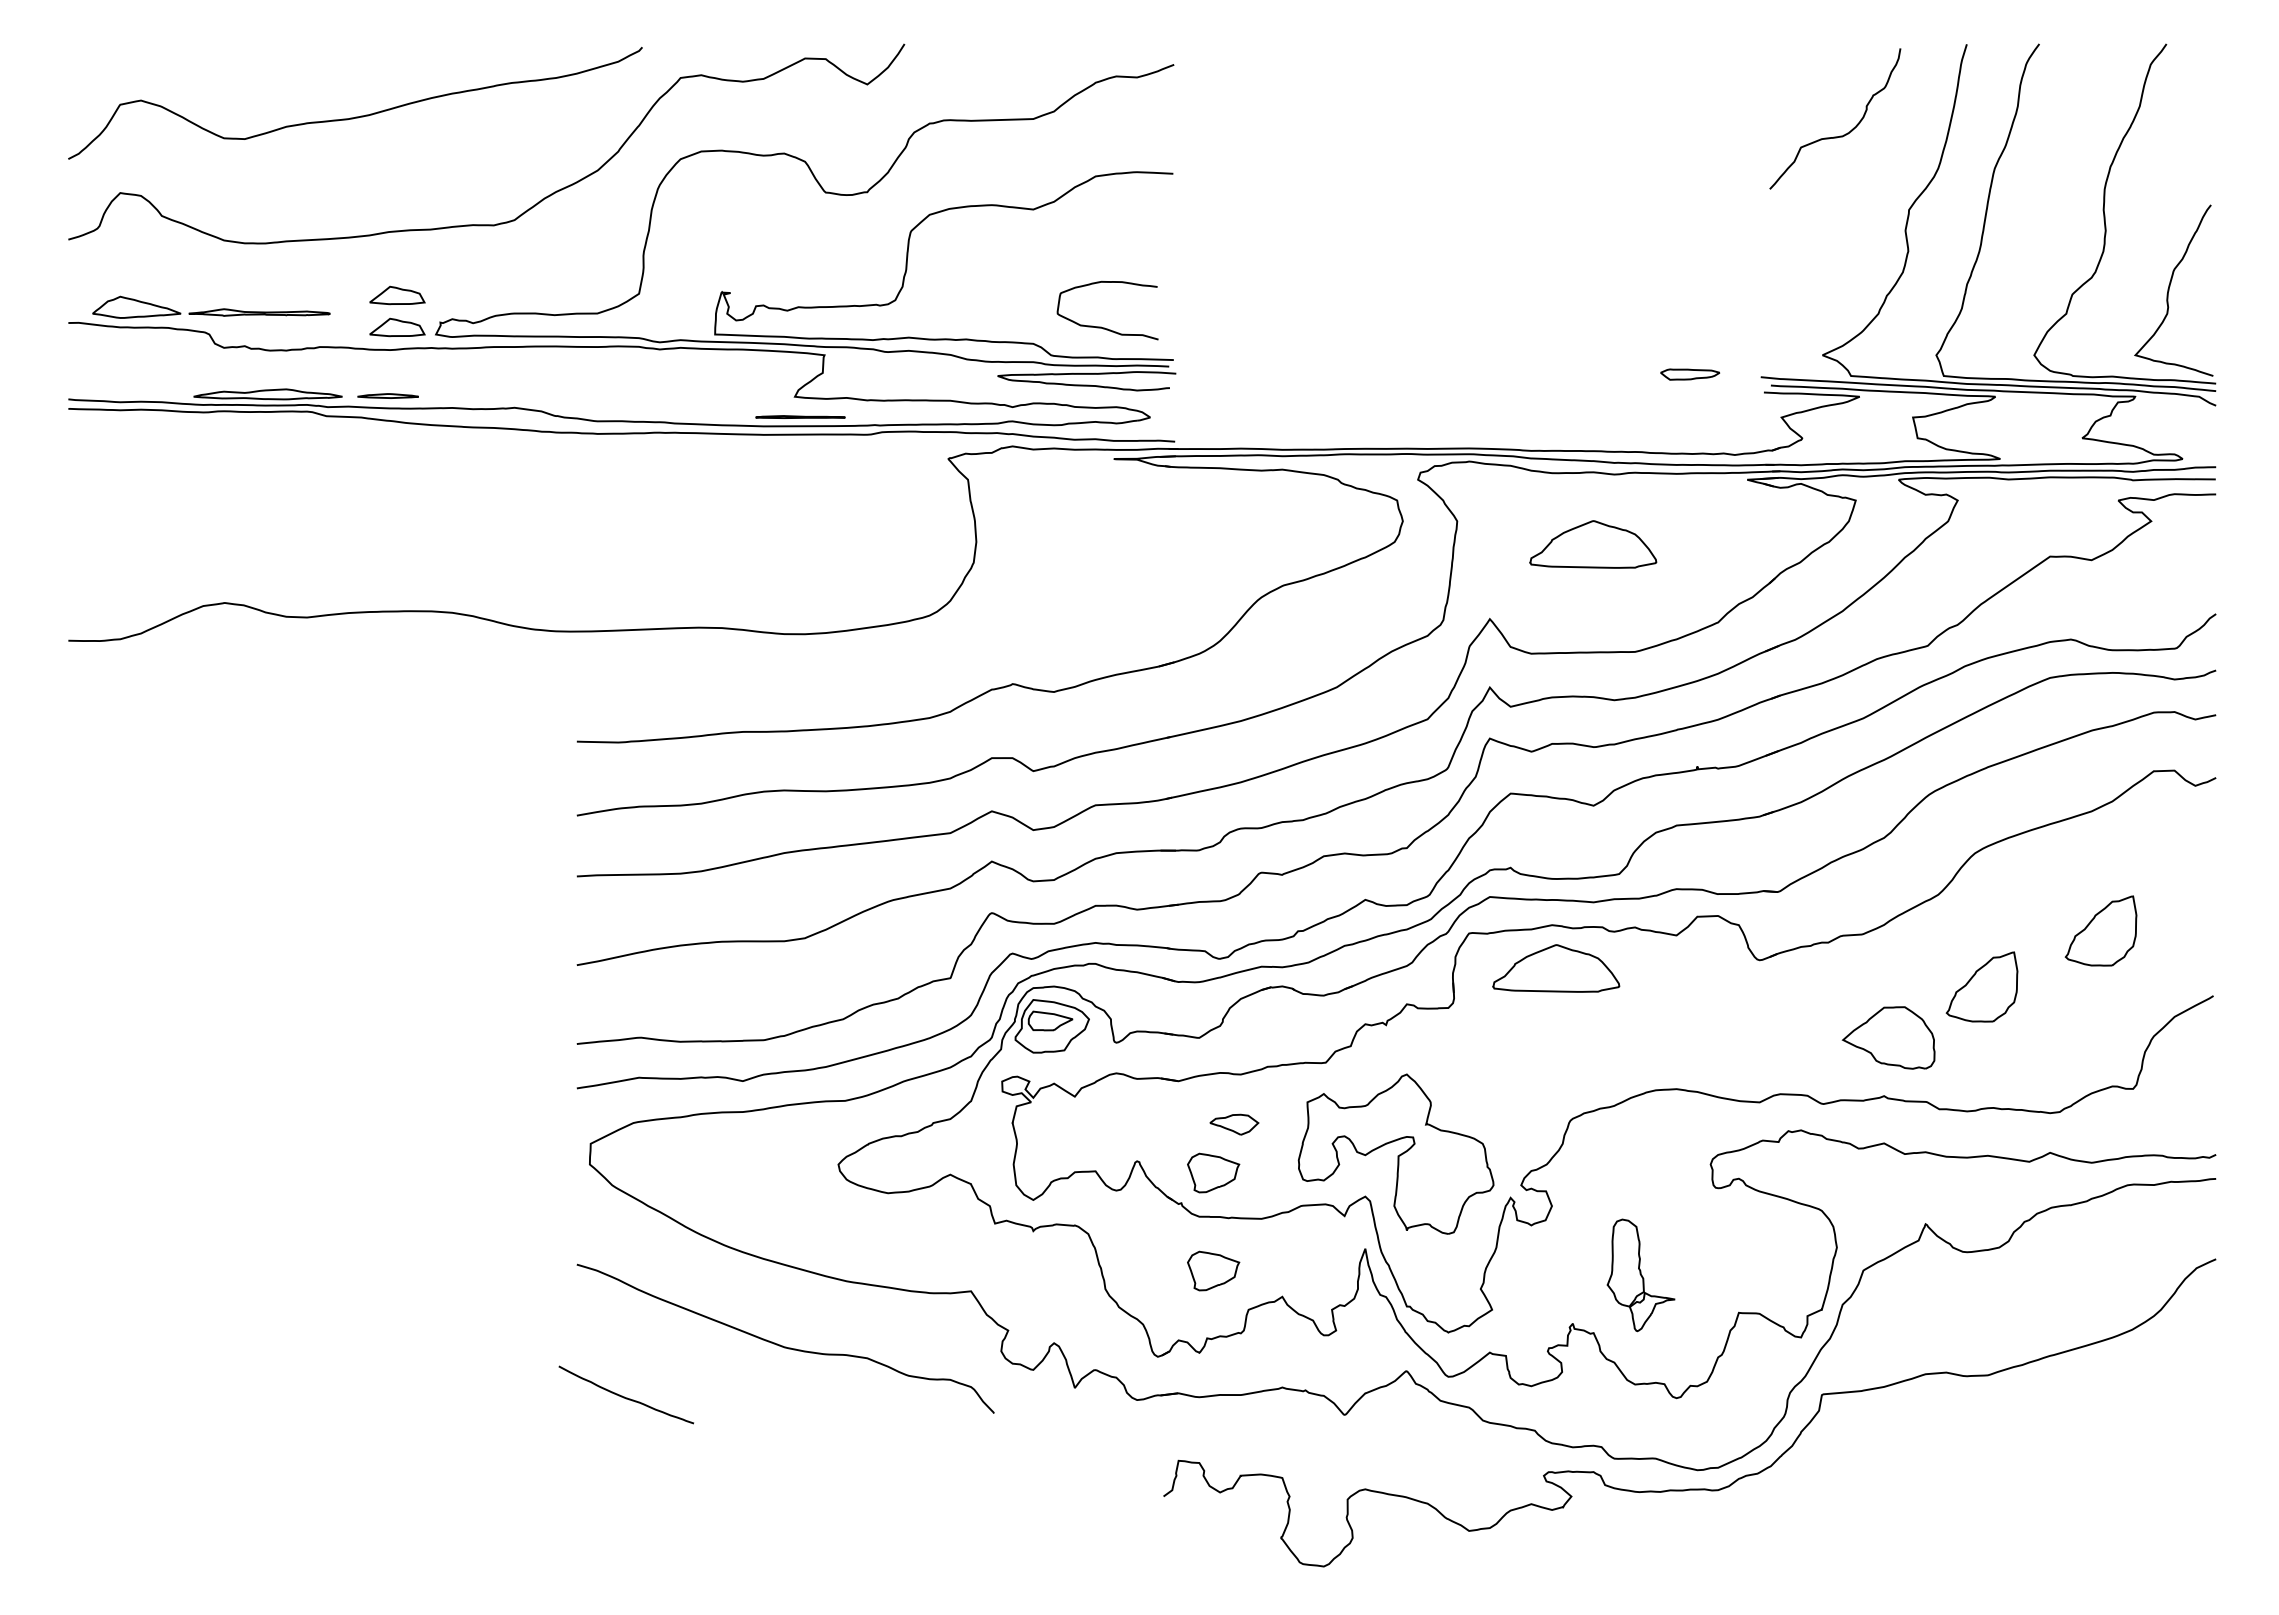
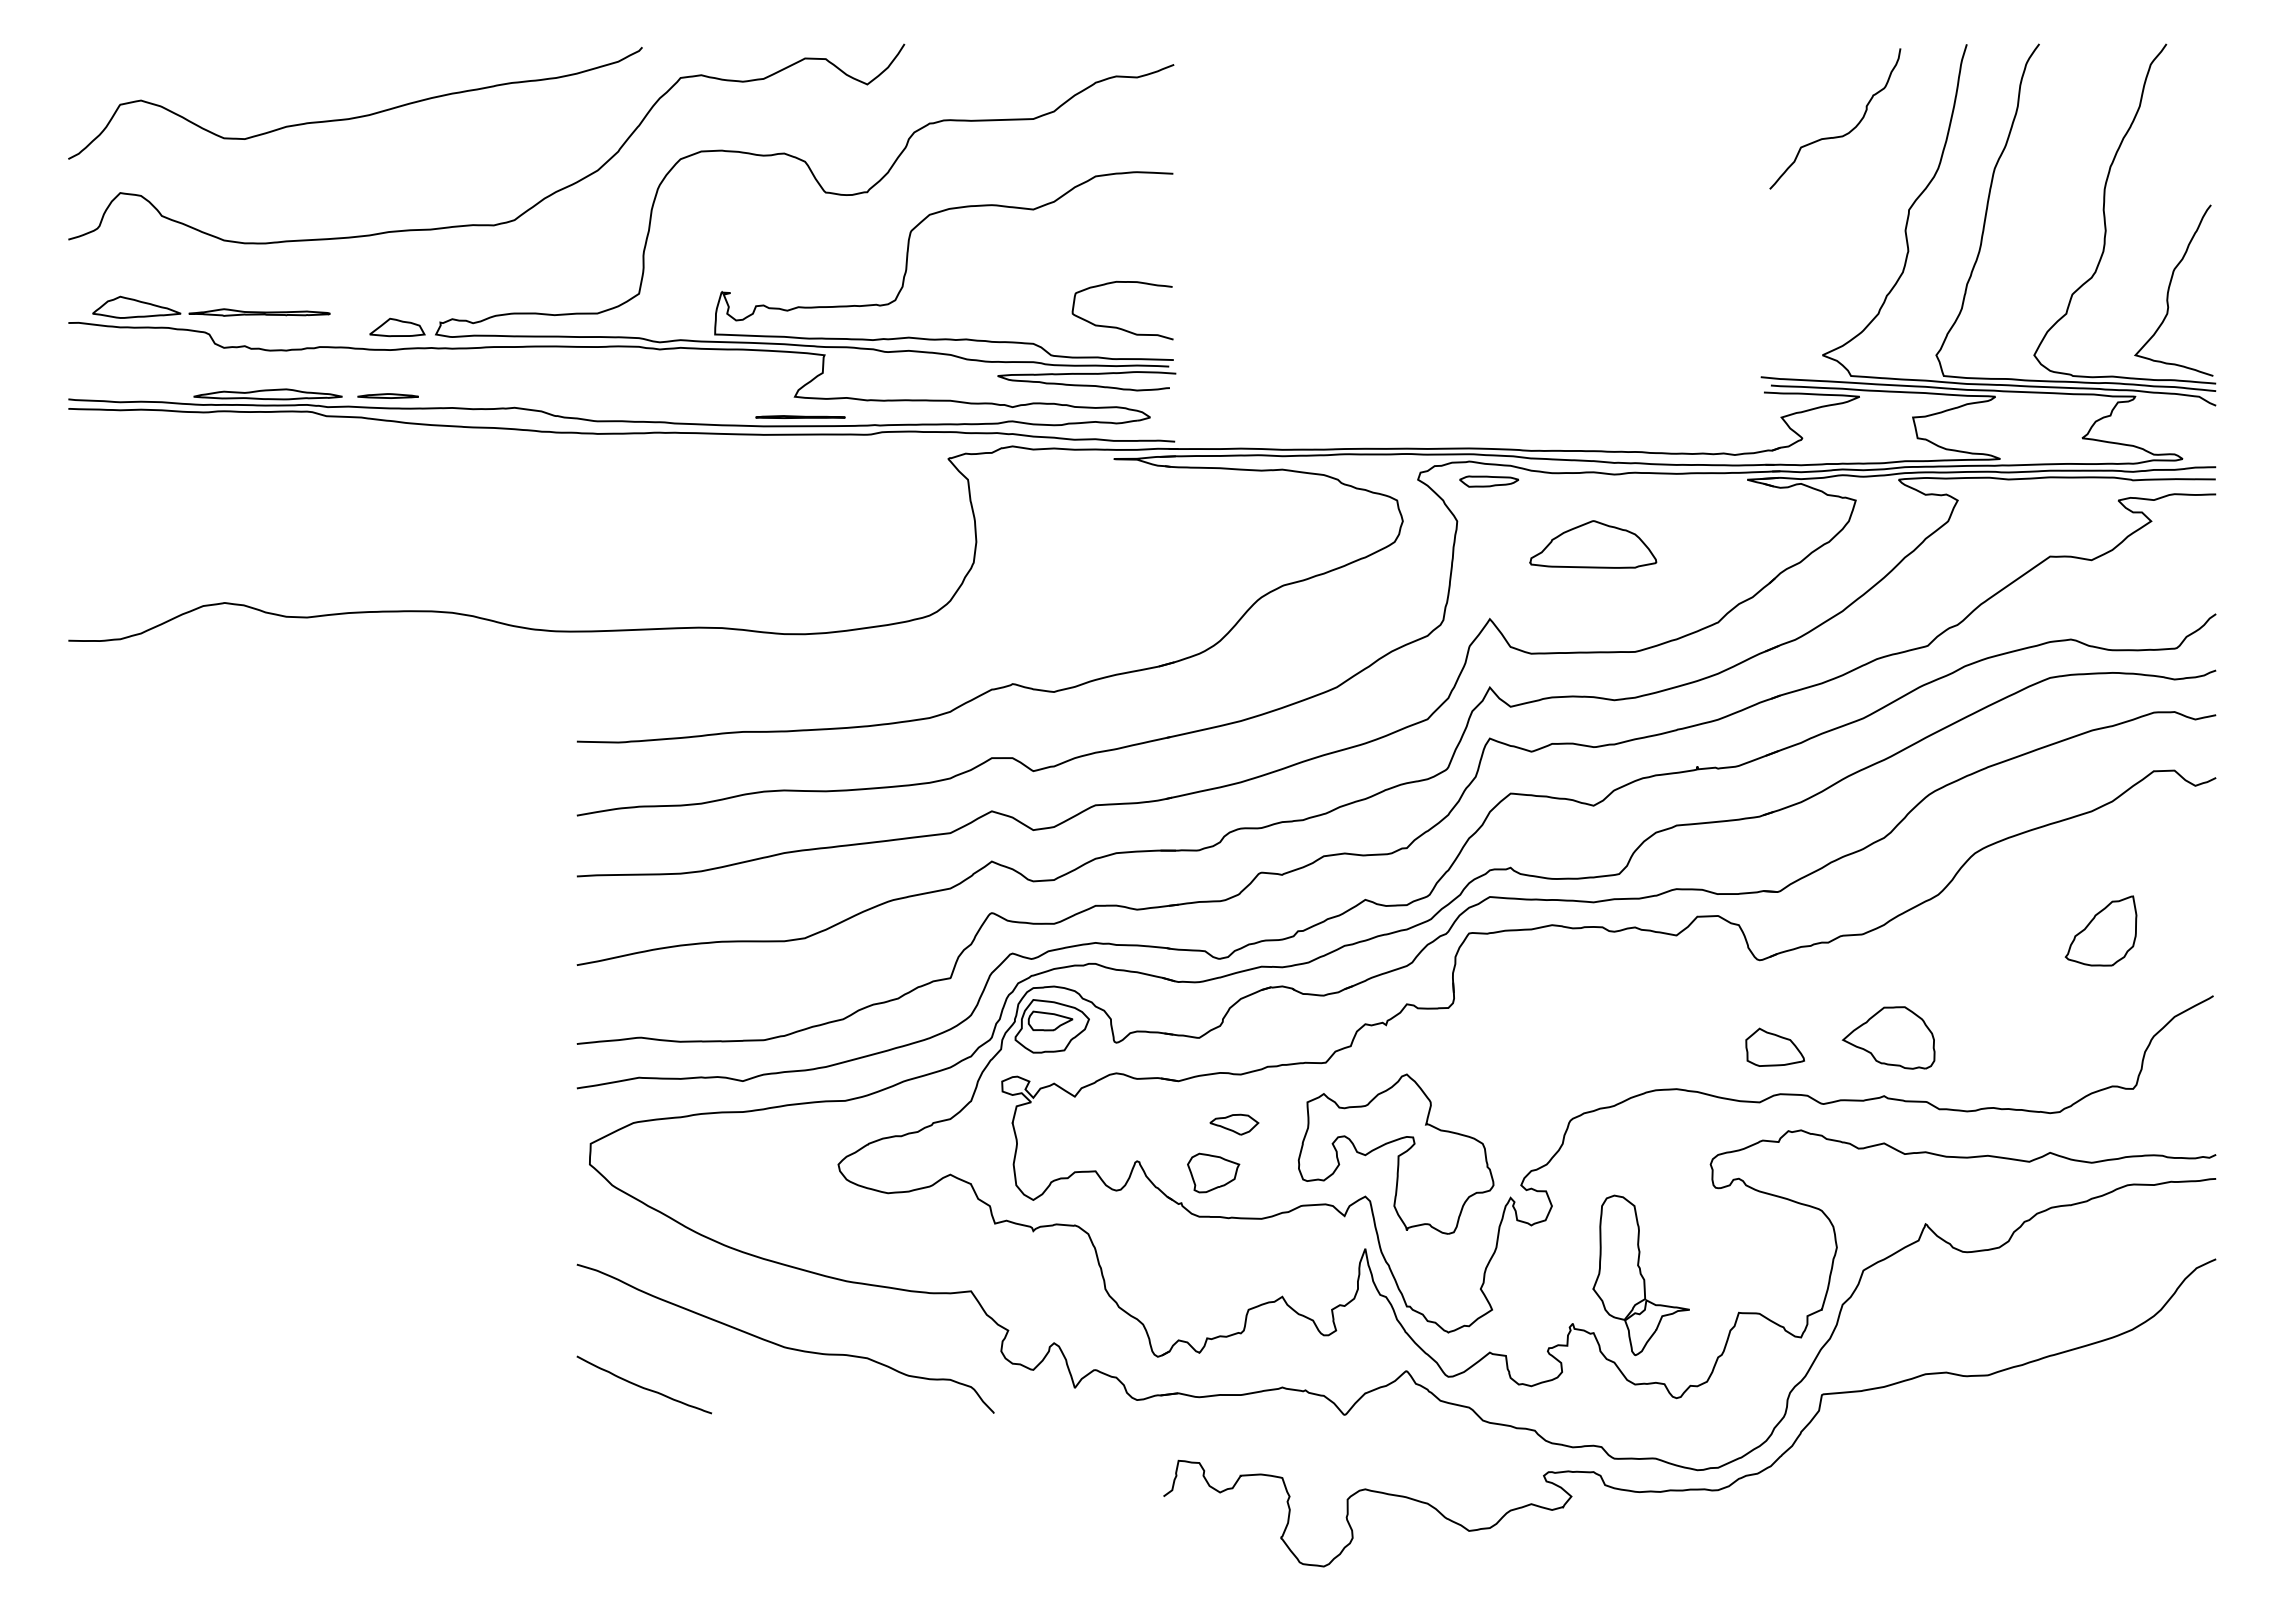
part at (397, 295): present -> none
curve at (1101, 326) position: (1101, 326) -> (1116, 326)
part at (1690, 374) position: (1690, 374) -> (1489, 481)
part at (1556, 968): present -> none
part at (1981, 986): present -> none
part at (1774, 1046): none -> present
part at (1213, 1270): present -> none
part at (1640, 1275) size: 70x115 px -> 98x163 px
curve at (624, 1396) position: (624, 1396) -> (642, 1386)
